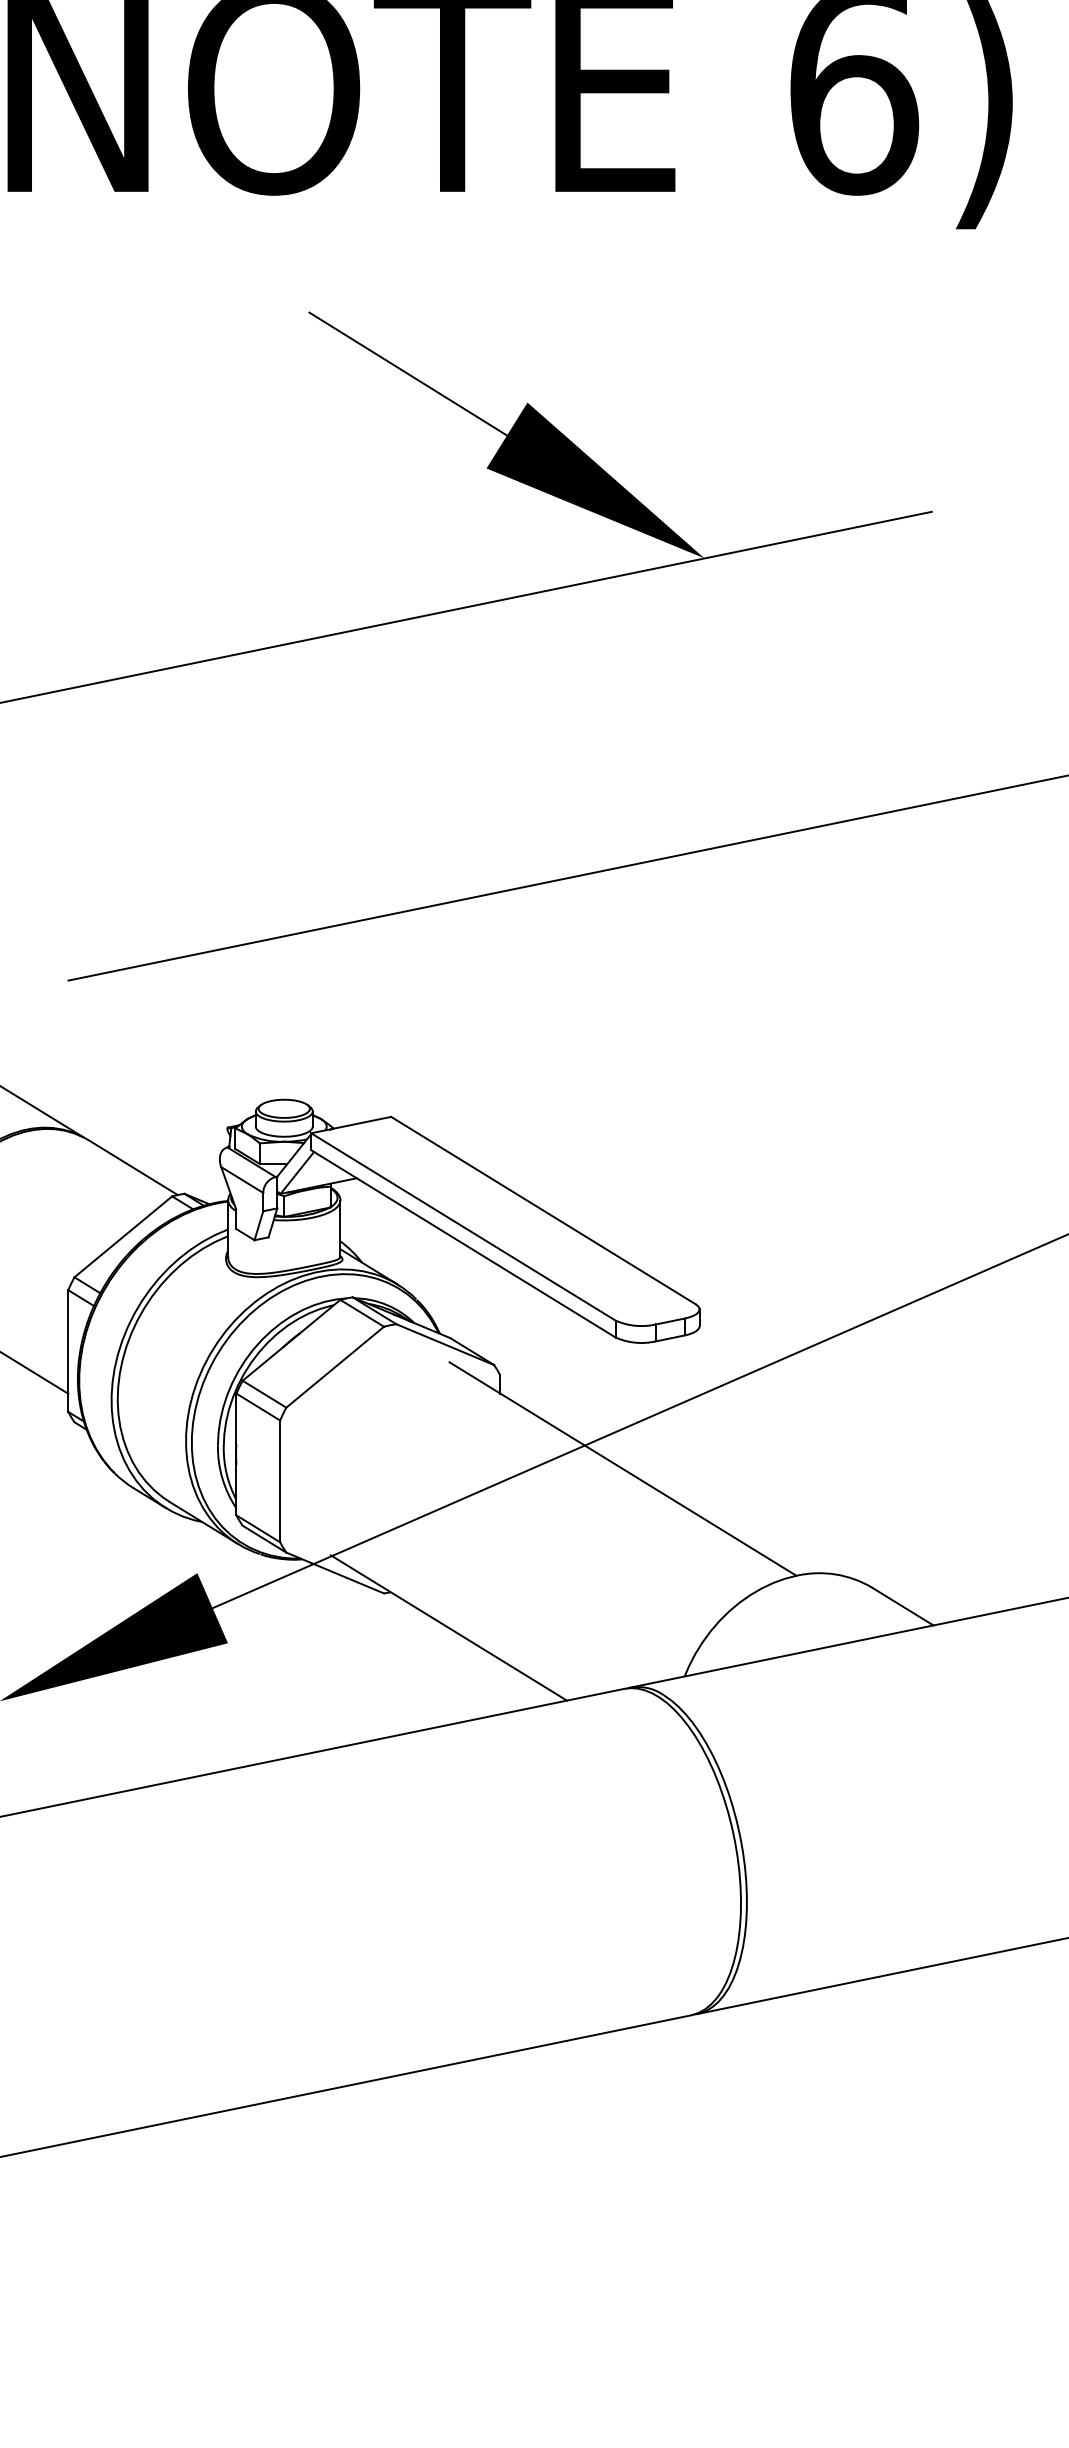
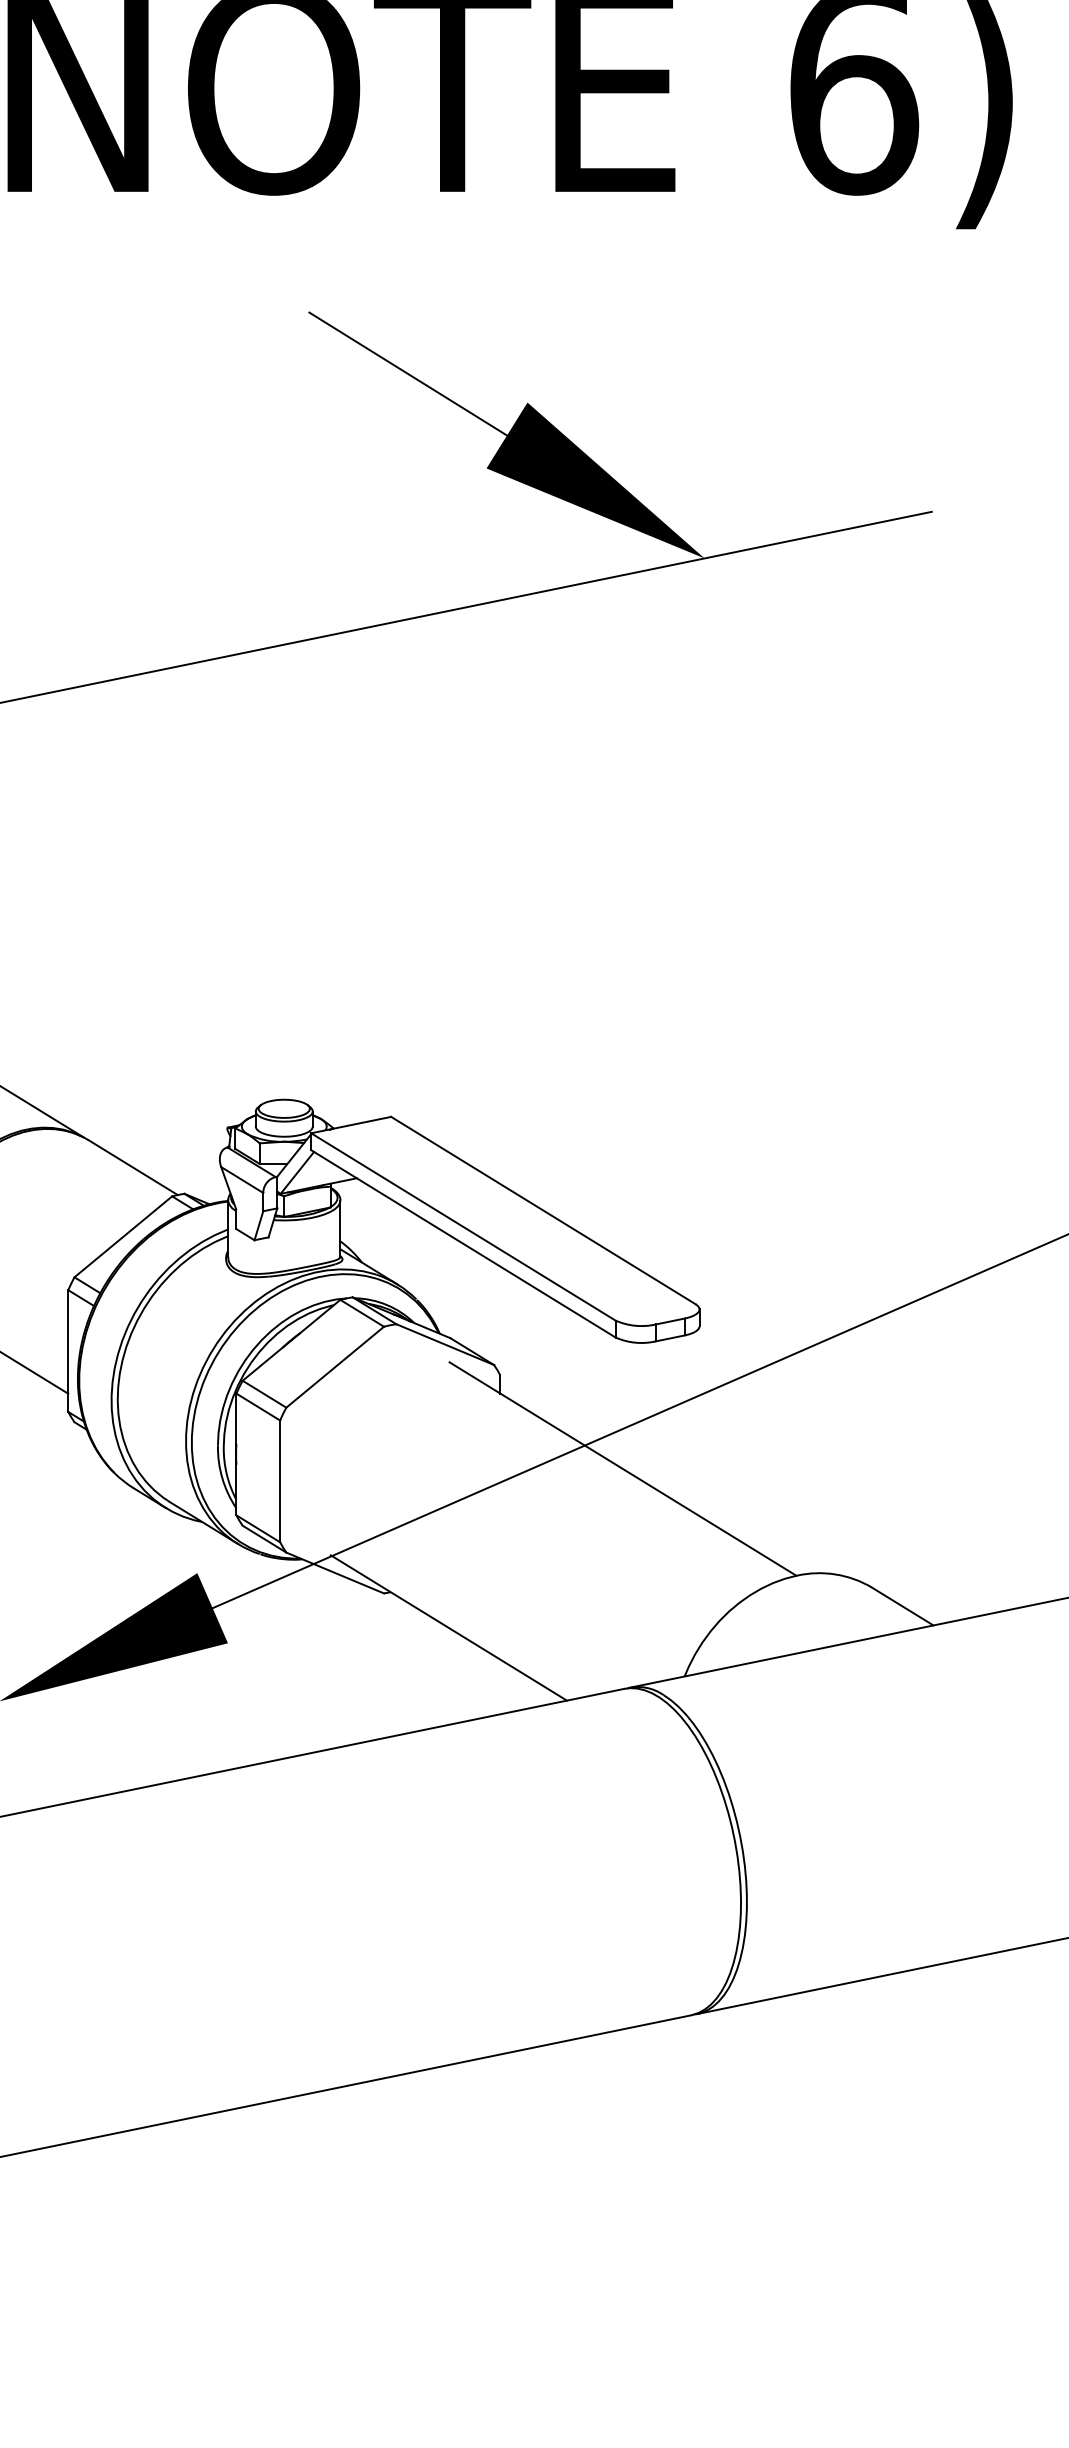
line at (566, 878): present -> none
